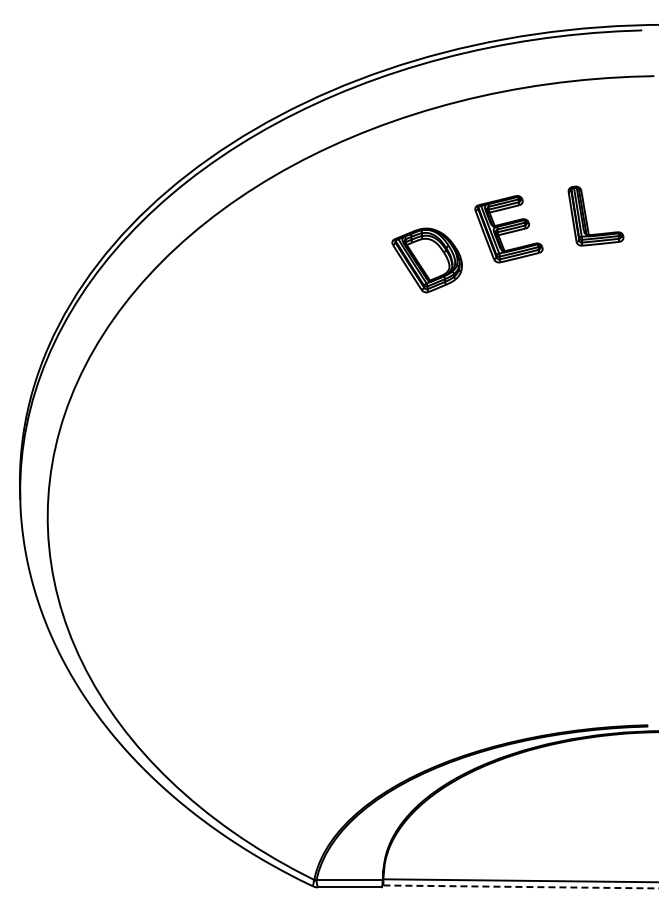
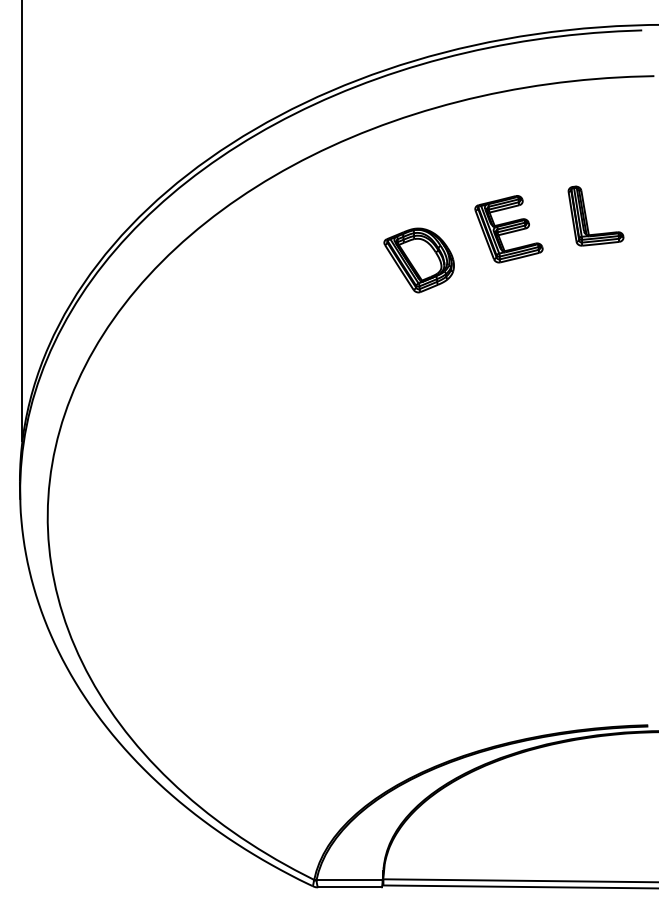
line at (22, 221): none -> present
part at (426, 260) position: (426, 260) -> (418, 260)
line at (520, 886): dashed -> solid
